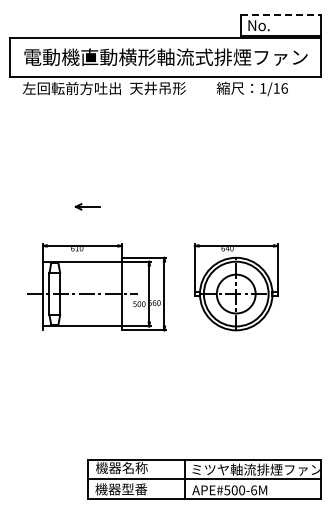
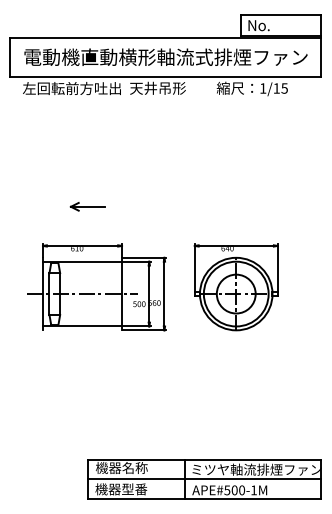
line at (281, 15): dashed -> solid
text at (284, 88): 1/16 -> 1/15
part at (87, 206) size: 27x8 px -> 37x10 px
text at (254, 490): APE#500-6M -> APE#500-1M
